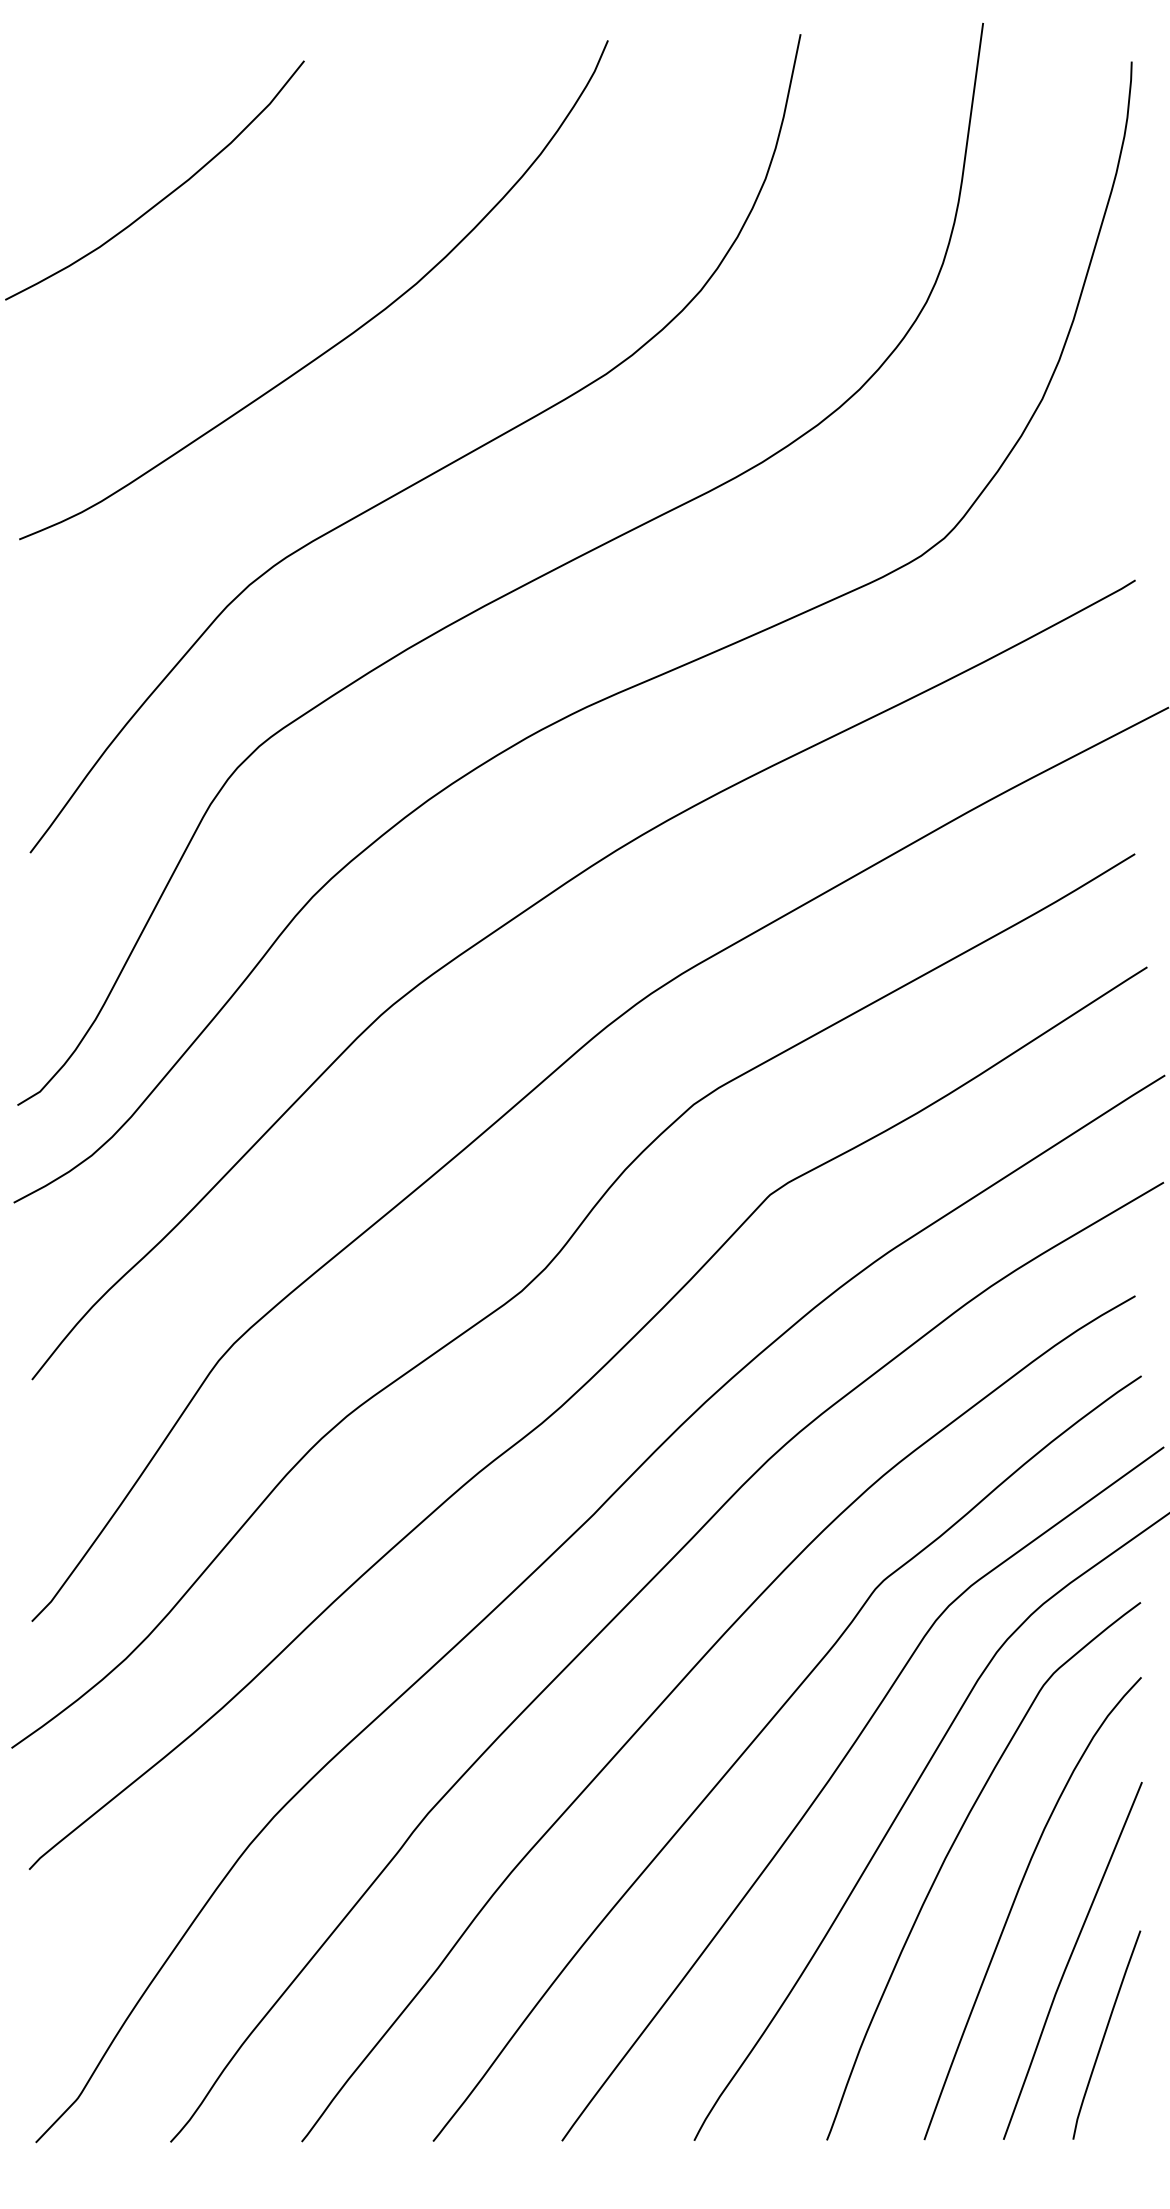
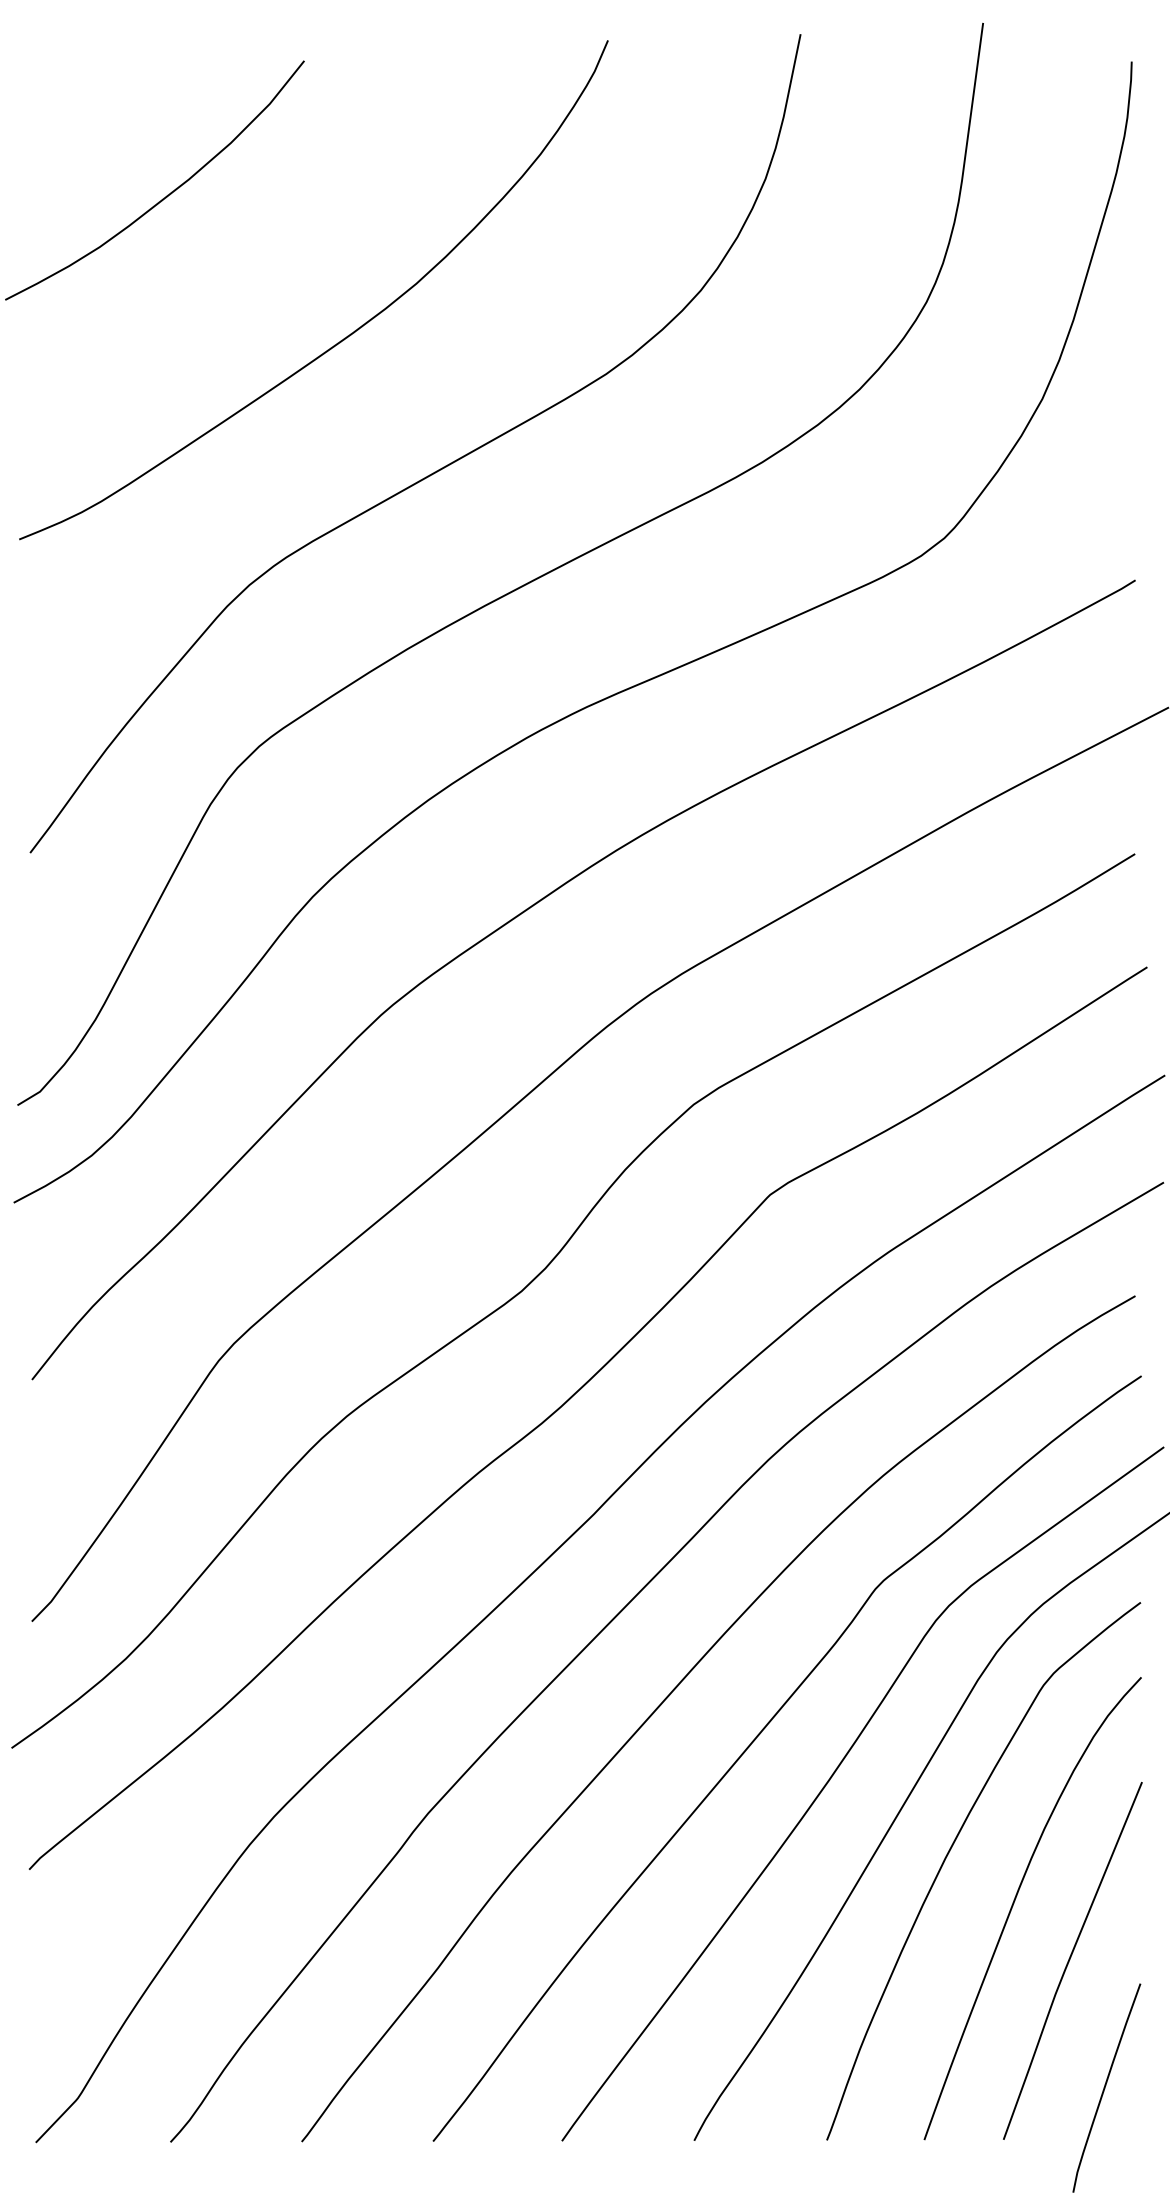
curve at (1105, 2034) position: (1105, 2034) -> (1105, 2087)
